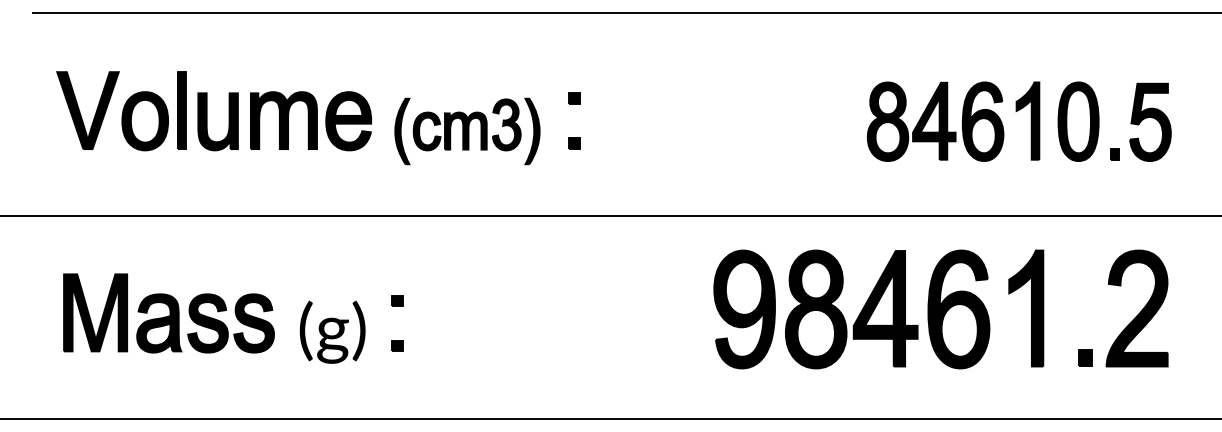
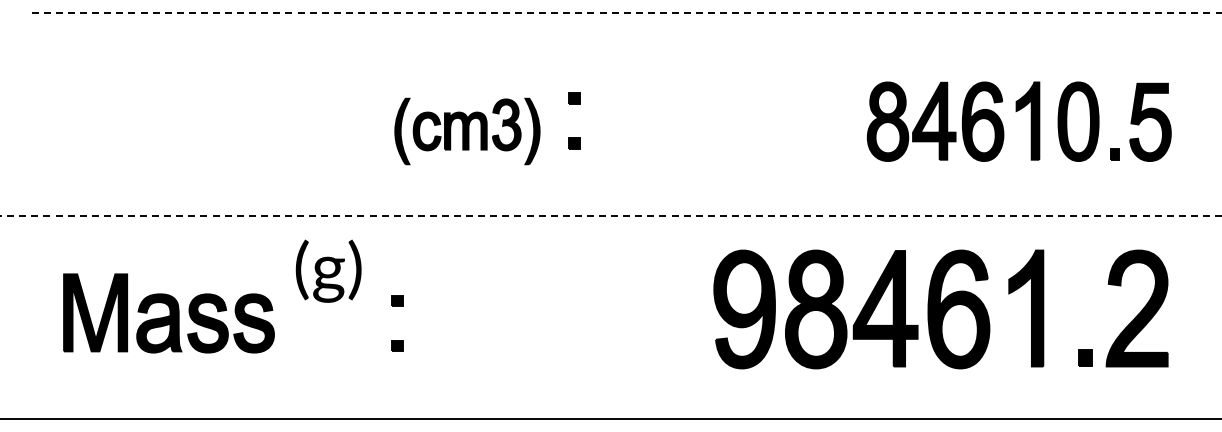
line at (627, 12): solid -> dashed
part at (207, 111): present -> none
line at (611, 216): solid -> dashed
text at (332, 331) position: (332, 331) -> (328, 270)
